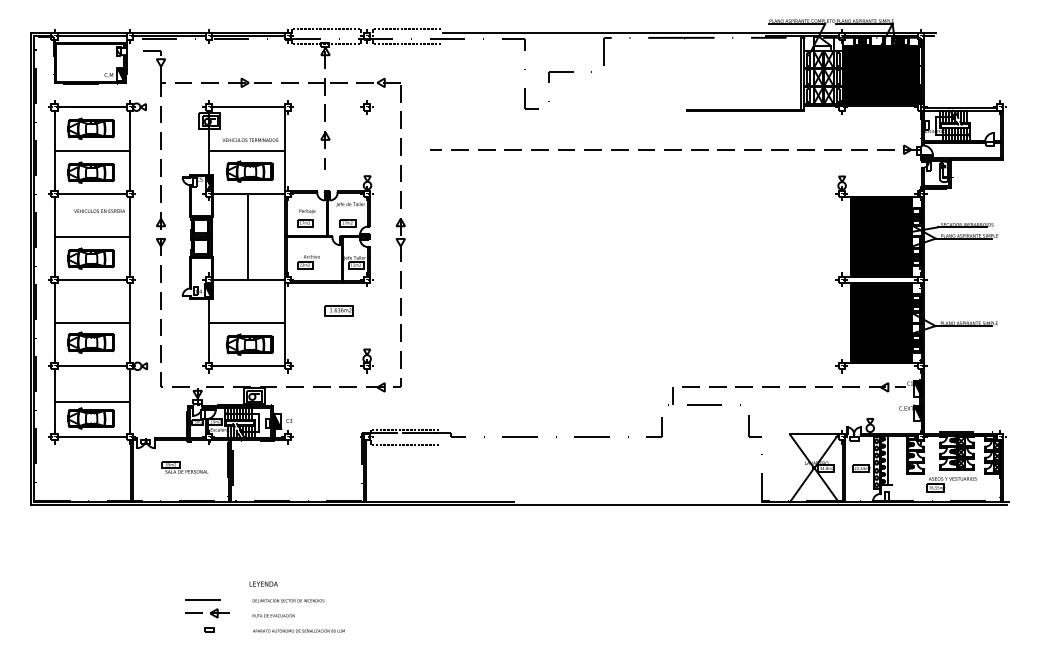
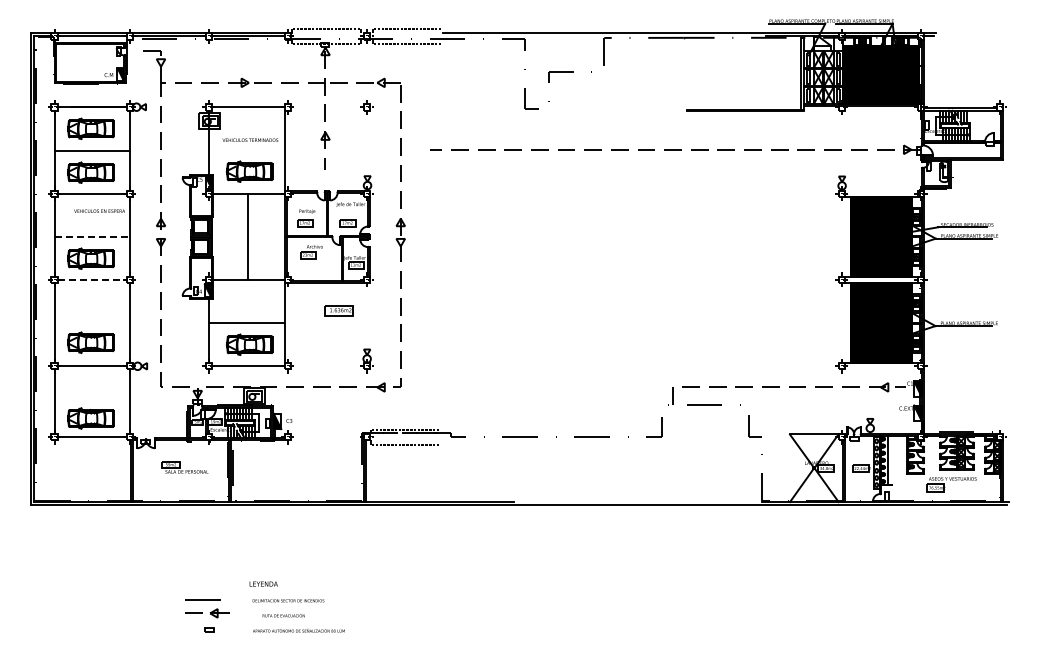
line at (245, 150): present -> none
line at (92, 236): solid -> dashed
part at (308, 262) position: (308, 262) -> (311, 252)
line at (92, 279): solid -> dashed
line at (91, 323): present -> none
line at (91, 401): present -> none
text at (273, 615) position: (273, 615) -> (283, 615)
